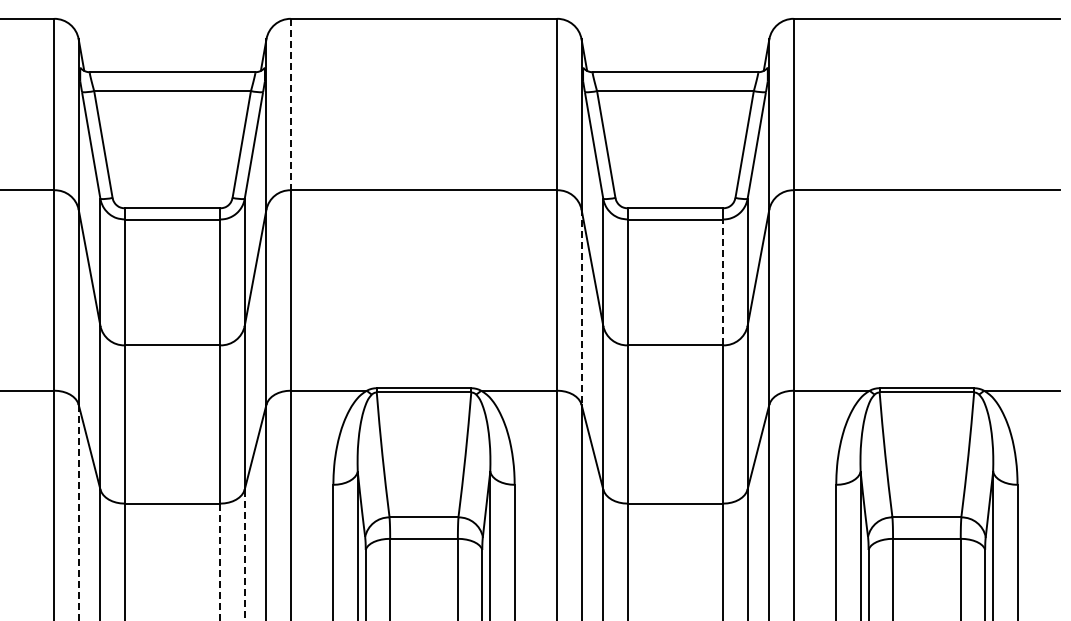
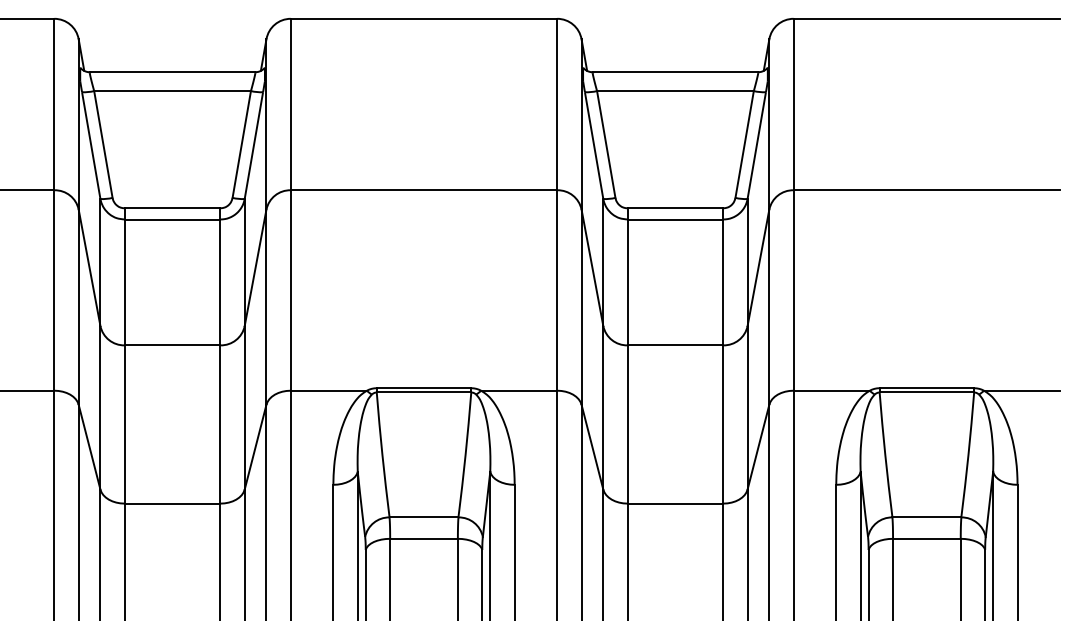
line at (290, 104): dashed -> solid
line at (723, 282): dashed -> solid
line at (581, 307): dashed -> solid
line at (78, 512): dashed -> solid
line at (244, 555): dashed -> solid
line at (220, 561): dashed -> solid
